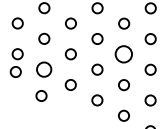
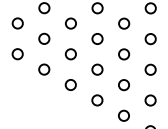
circle at (123, 54) size: 19x19 px -> 13x13 px
circle at (44, 69) size: 17x17 px -> 13x13 px
circle at (15, 71): present -> none
circle at (41, 95): present -> none
